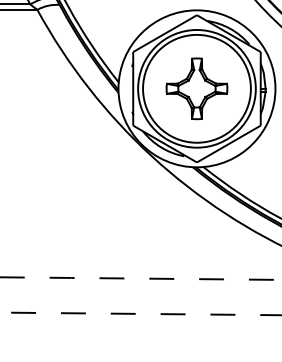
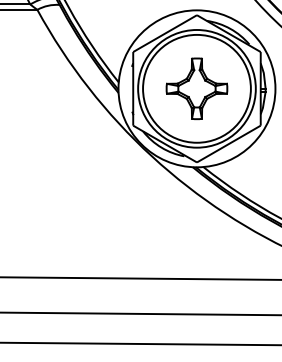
line at (140, 278): dashed -> solid
line at (141, 313): dashed -> solid
line at (140, 343): none -> present
